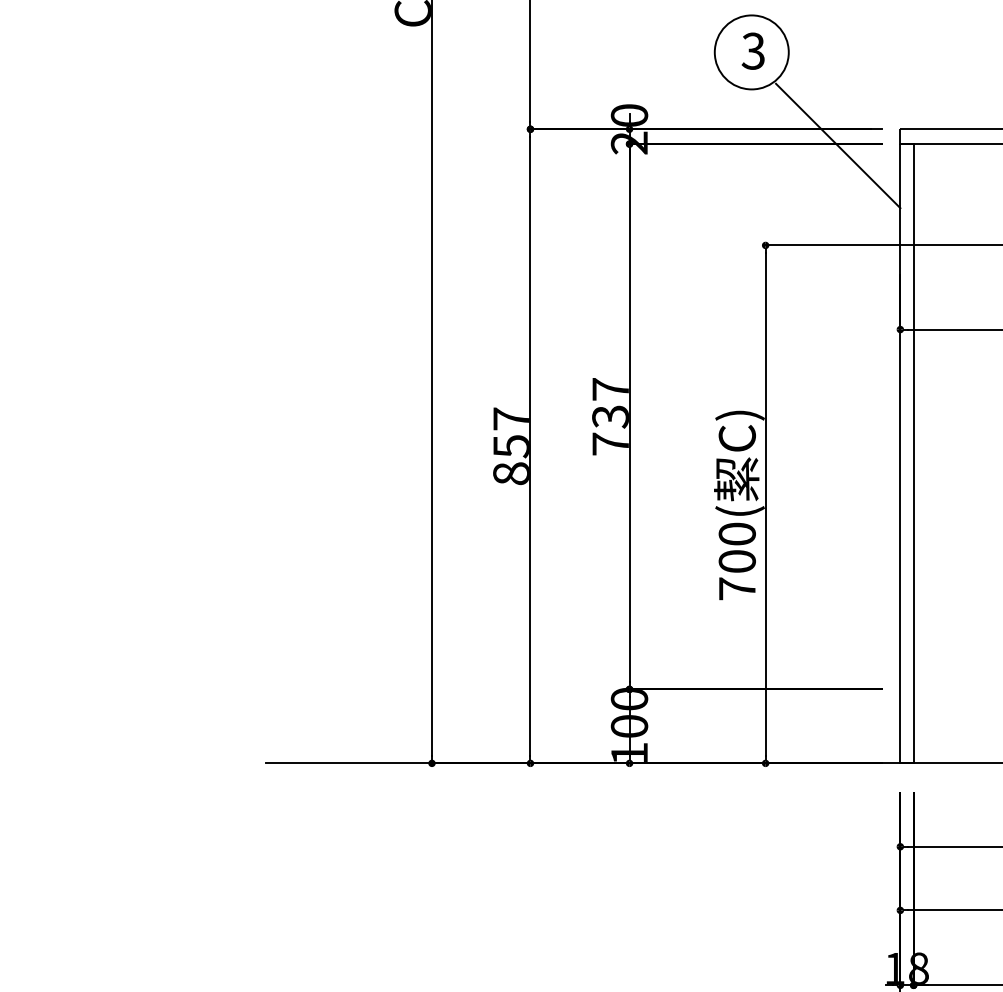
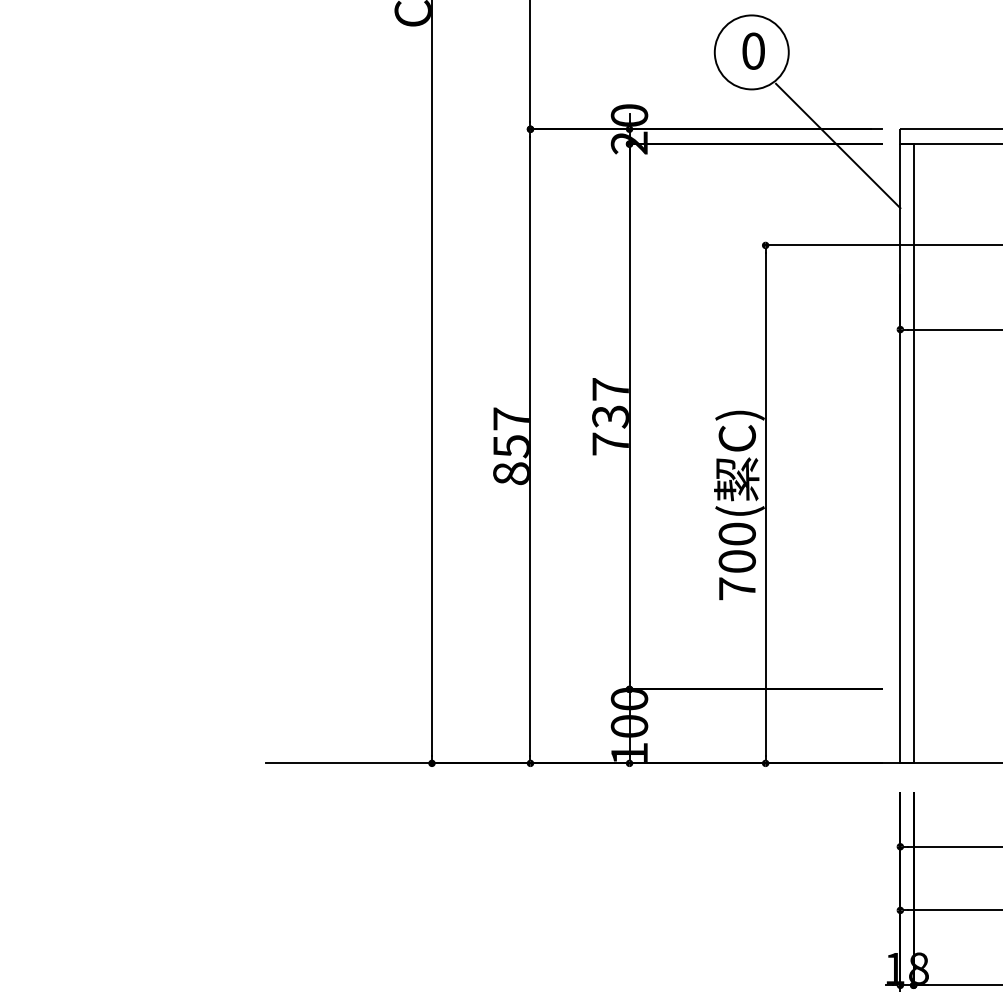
text at (752, 50): 3 -> 0
